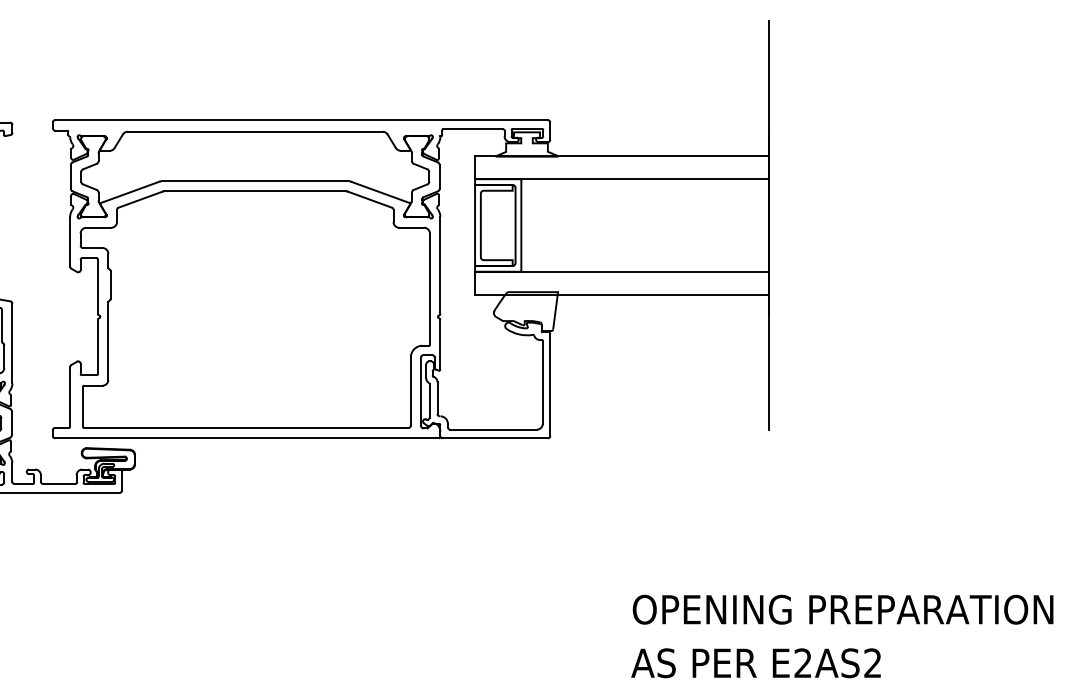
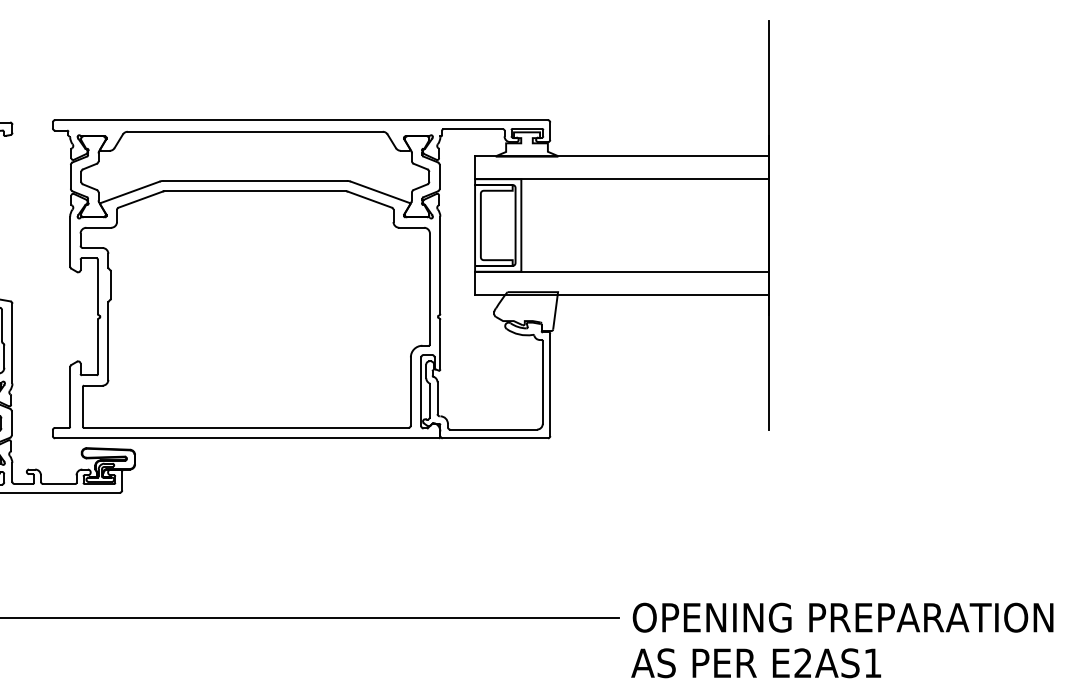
text at (842, 609) position: (842, 609) -> (842, 617)
line at (310, 617): none -> present
text at (872, 662): E2AS2 -> E2AS1
